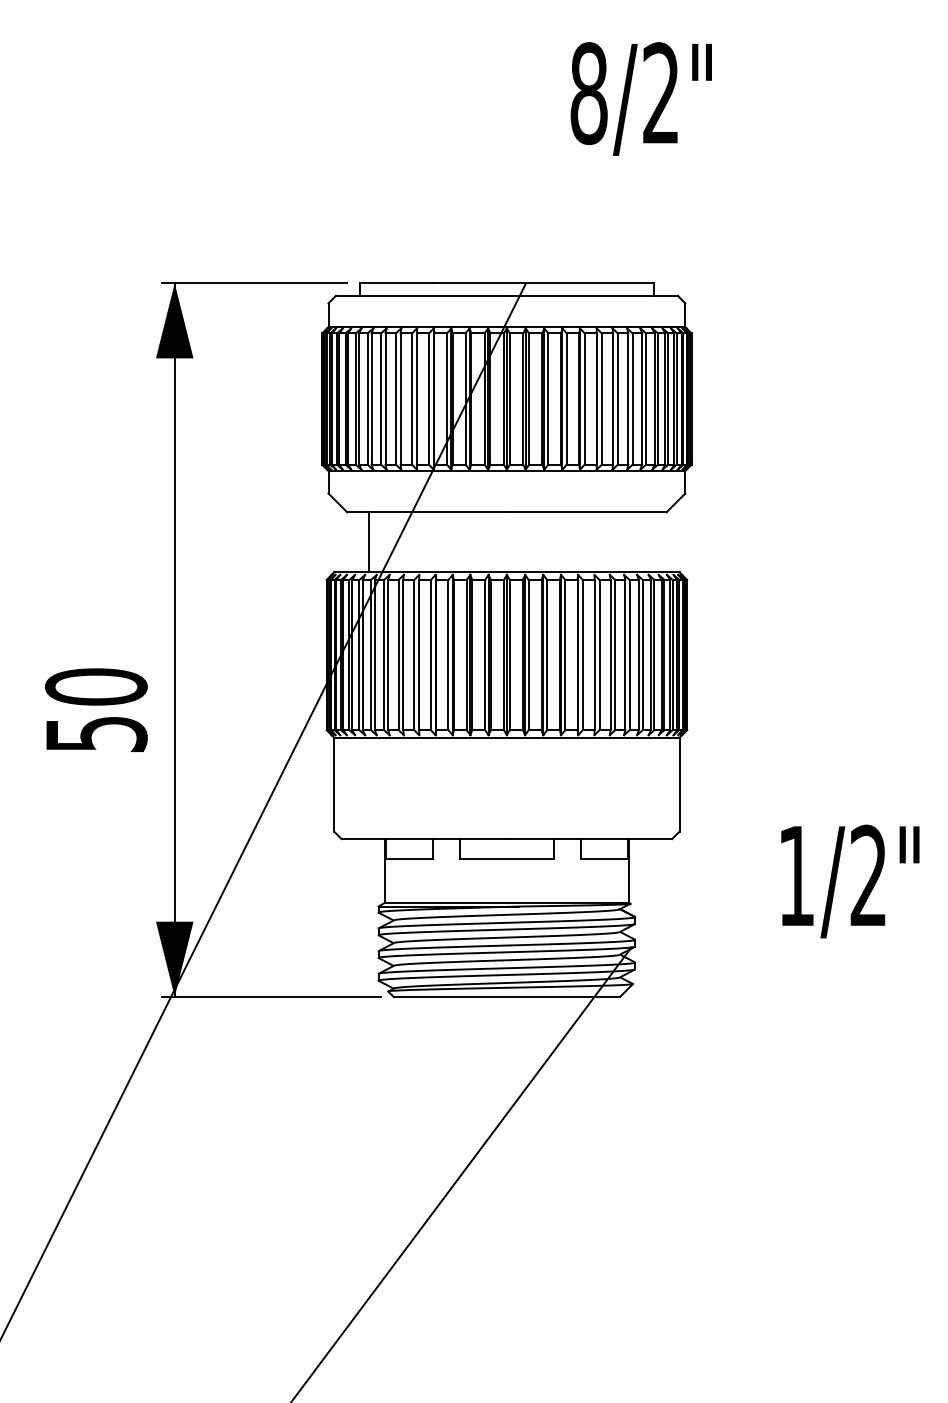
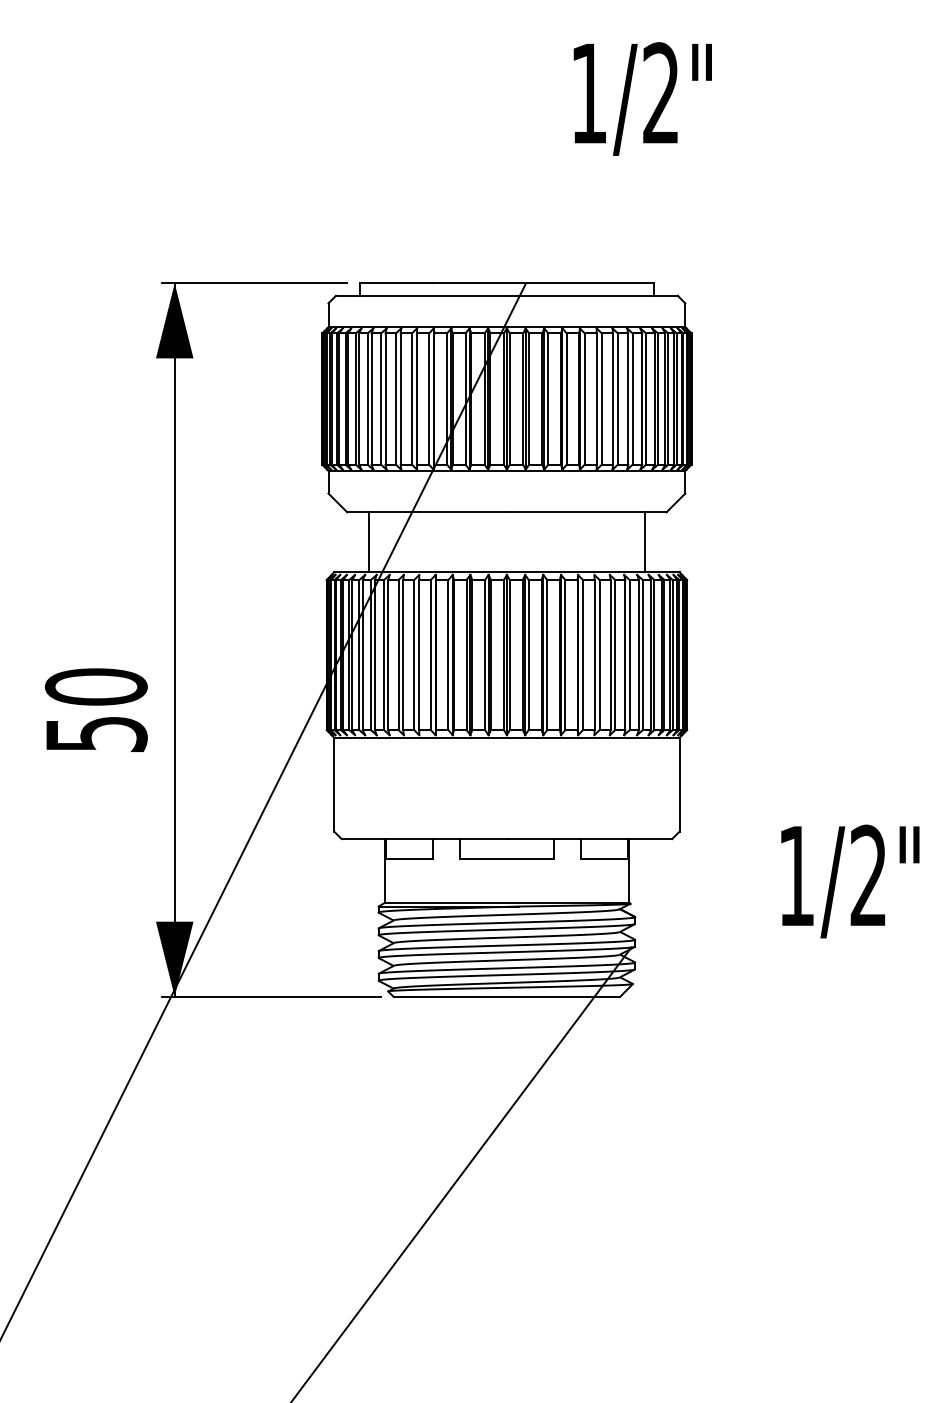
text at (588, 93): 8/2" -> 1/2"
line at (644, 542): none -> present
